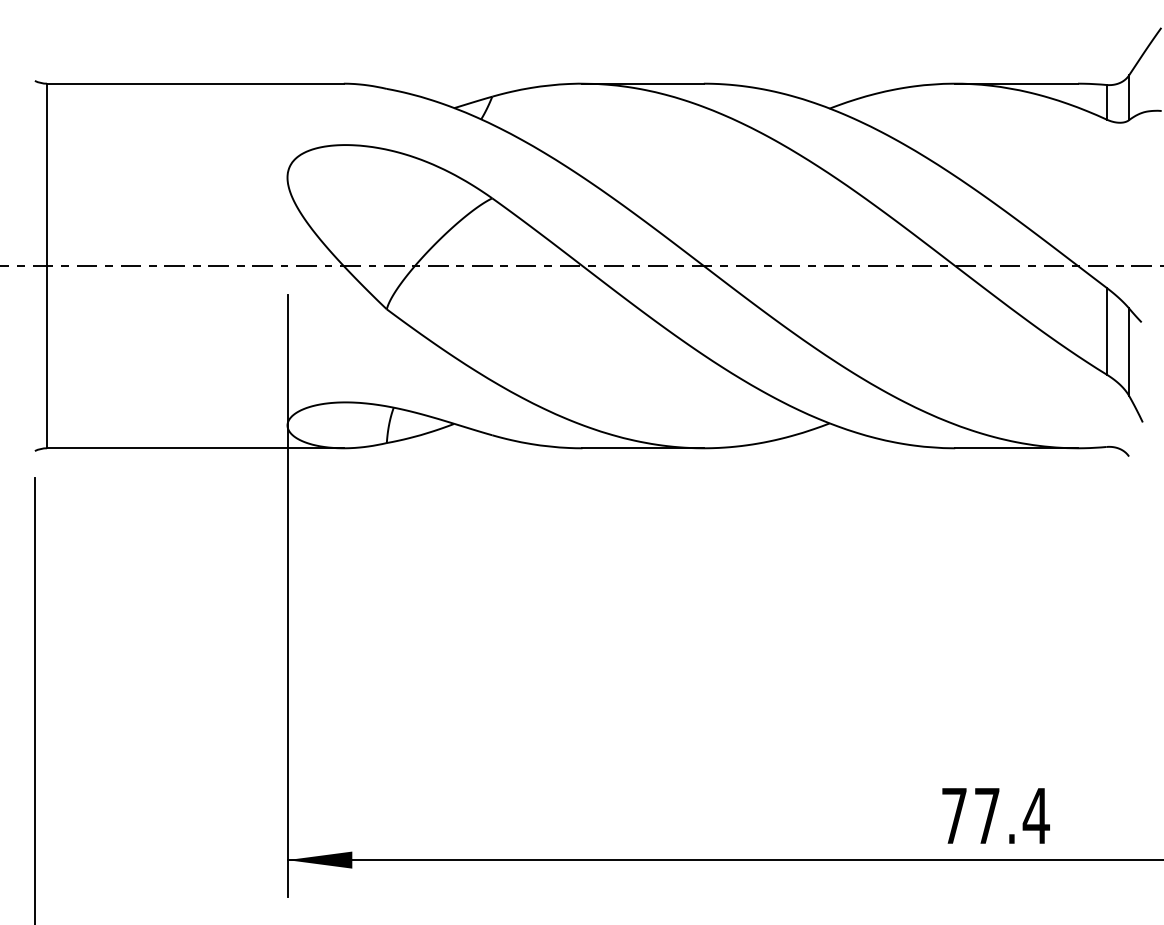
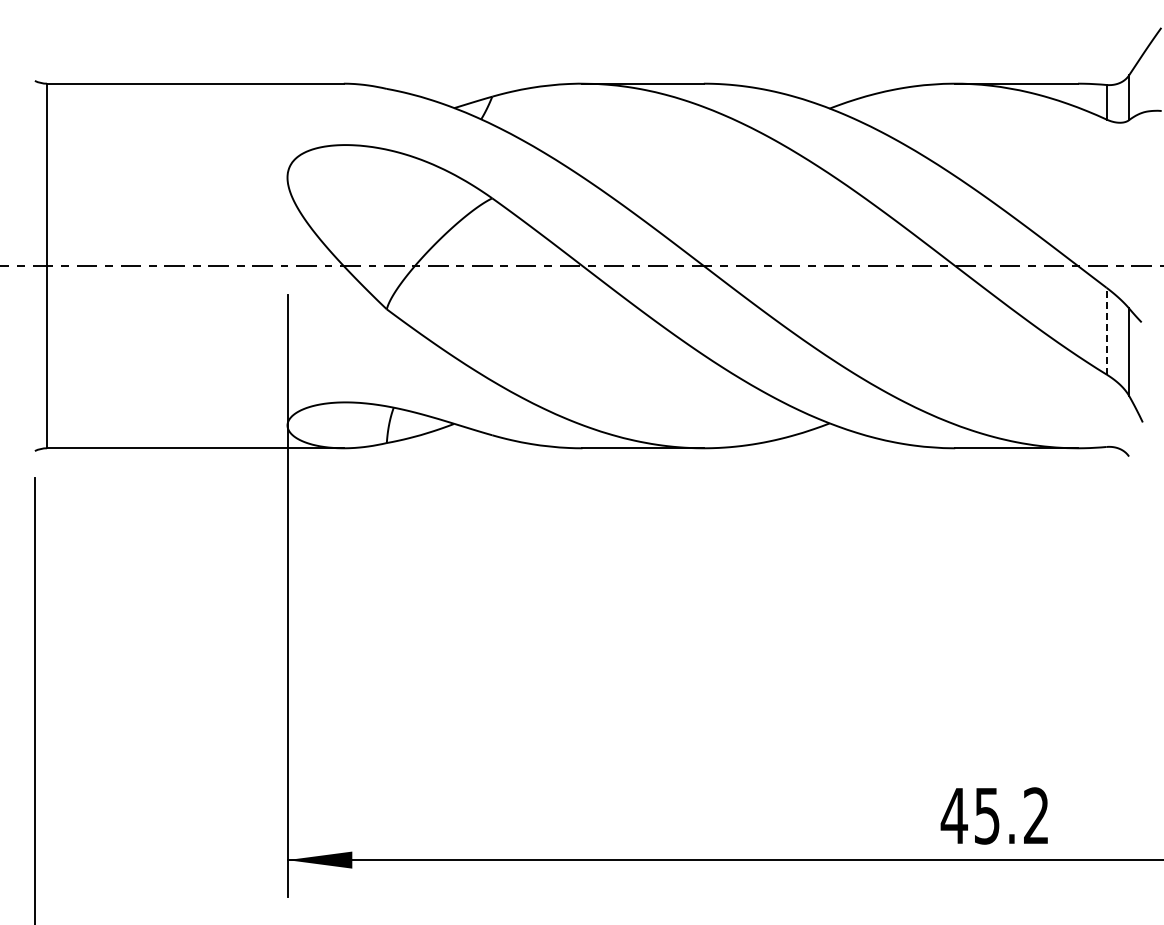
line at (1106, 330): solid -> dashed
text at (994, 815): 77.4 -> 45.2
